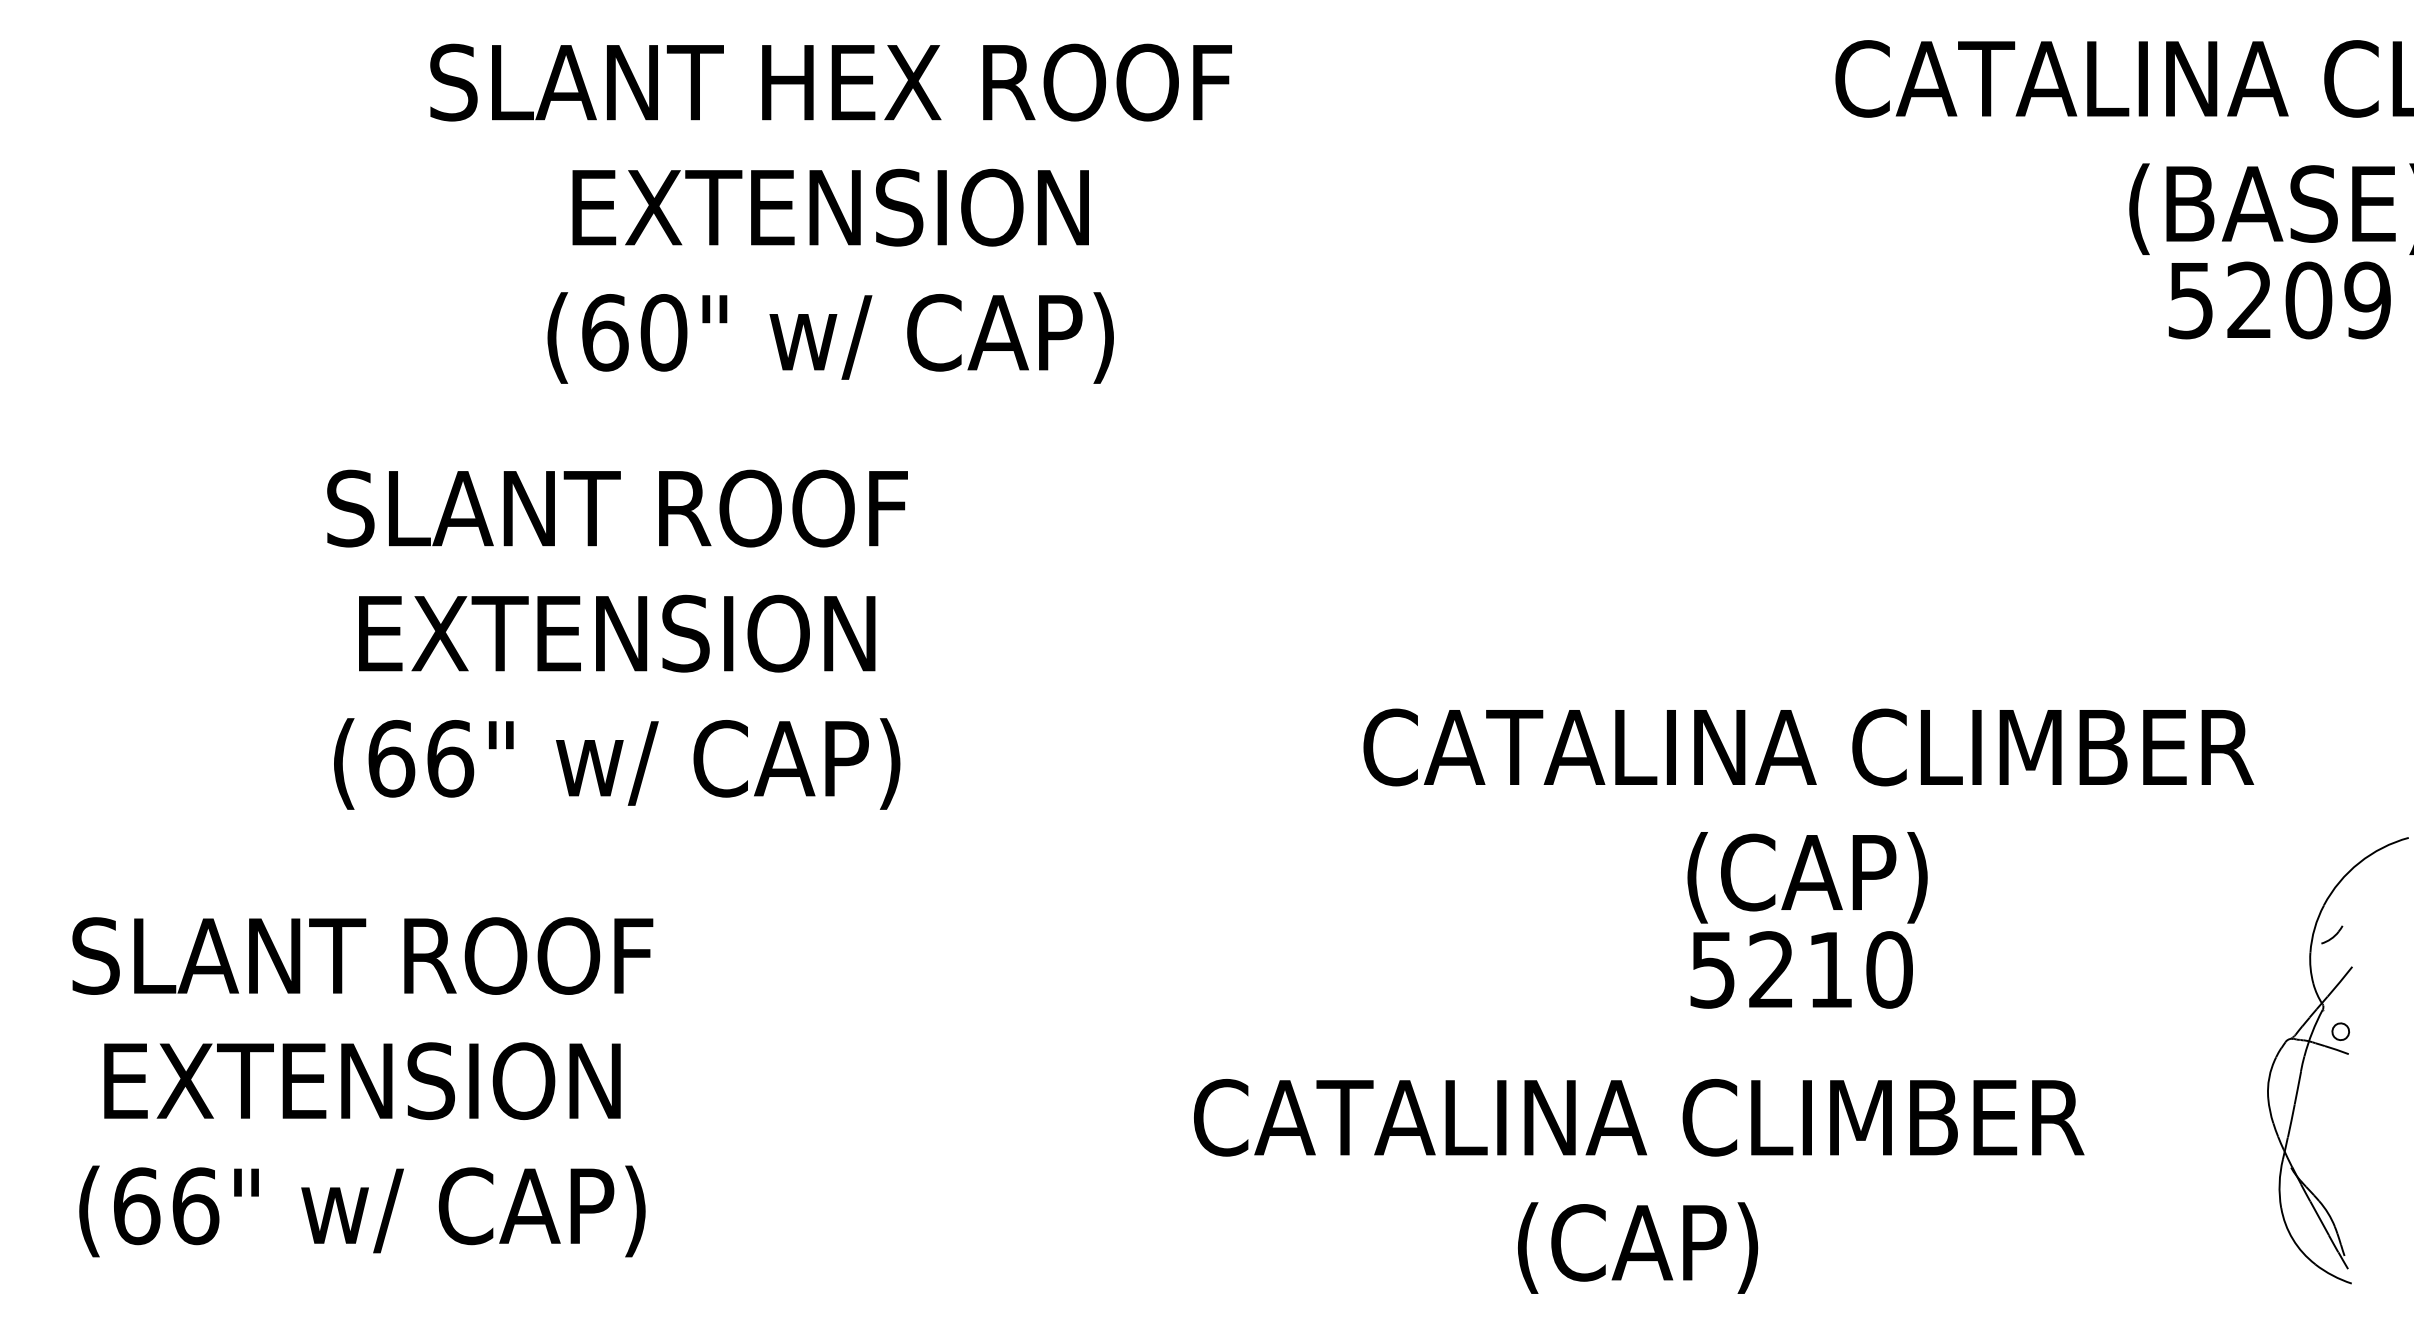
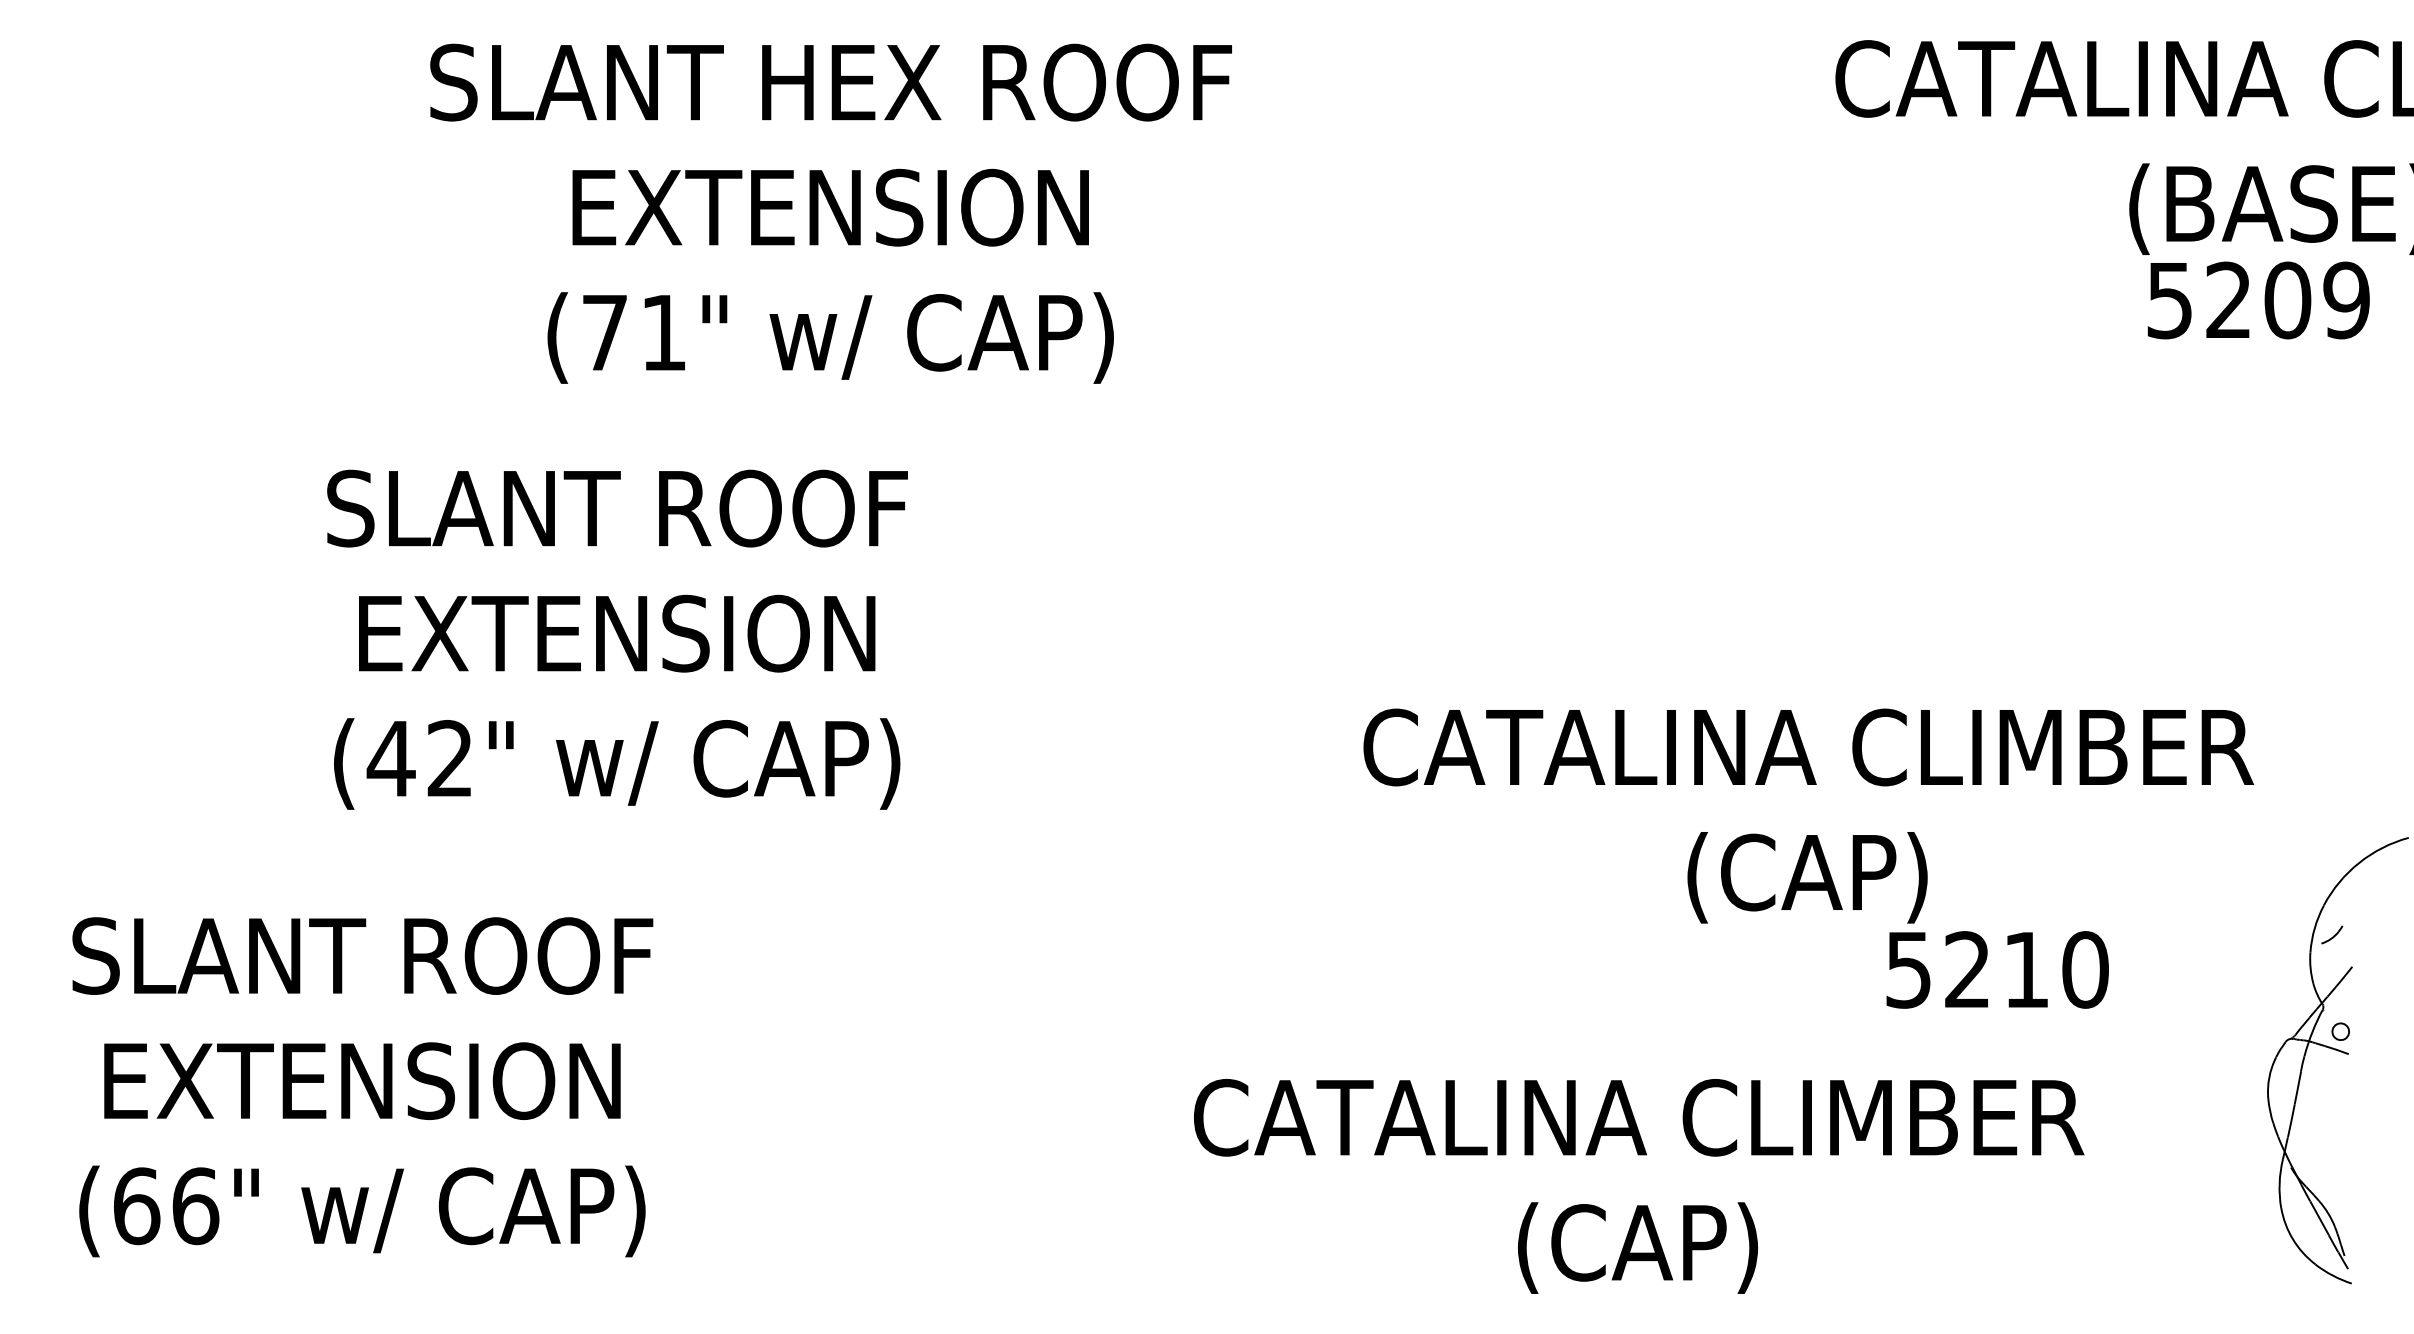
text at (2279, 300) position: (2279, 300) -> (2258, 300)
text at (634, 332): (60" -> (71"
text at (420, 758): (66" -> (42"
text at (1801, 969) position: (1801, 969) -> (1997, 969)
